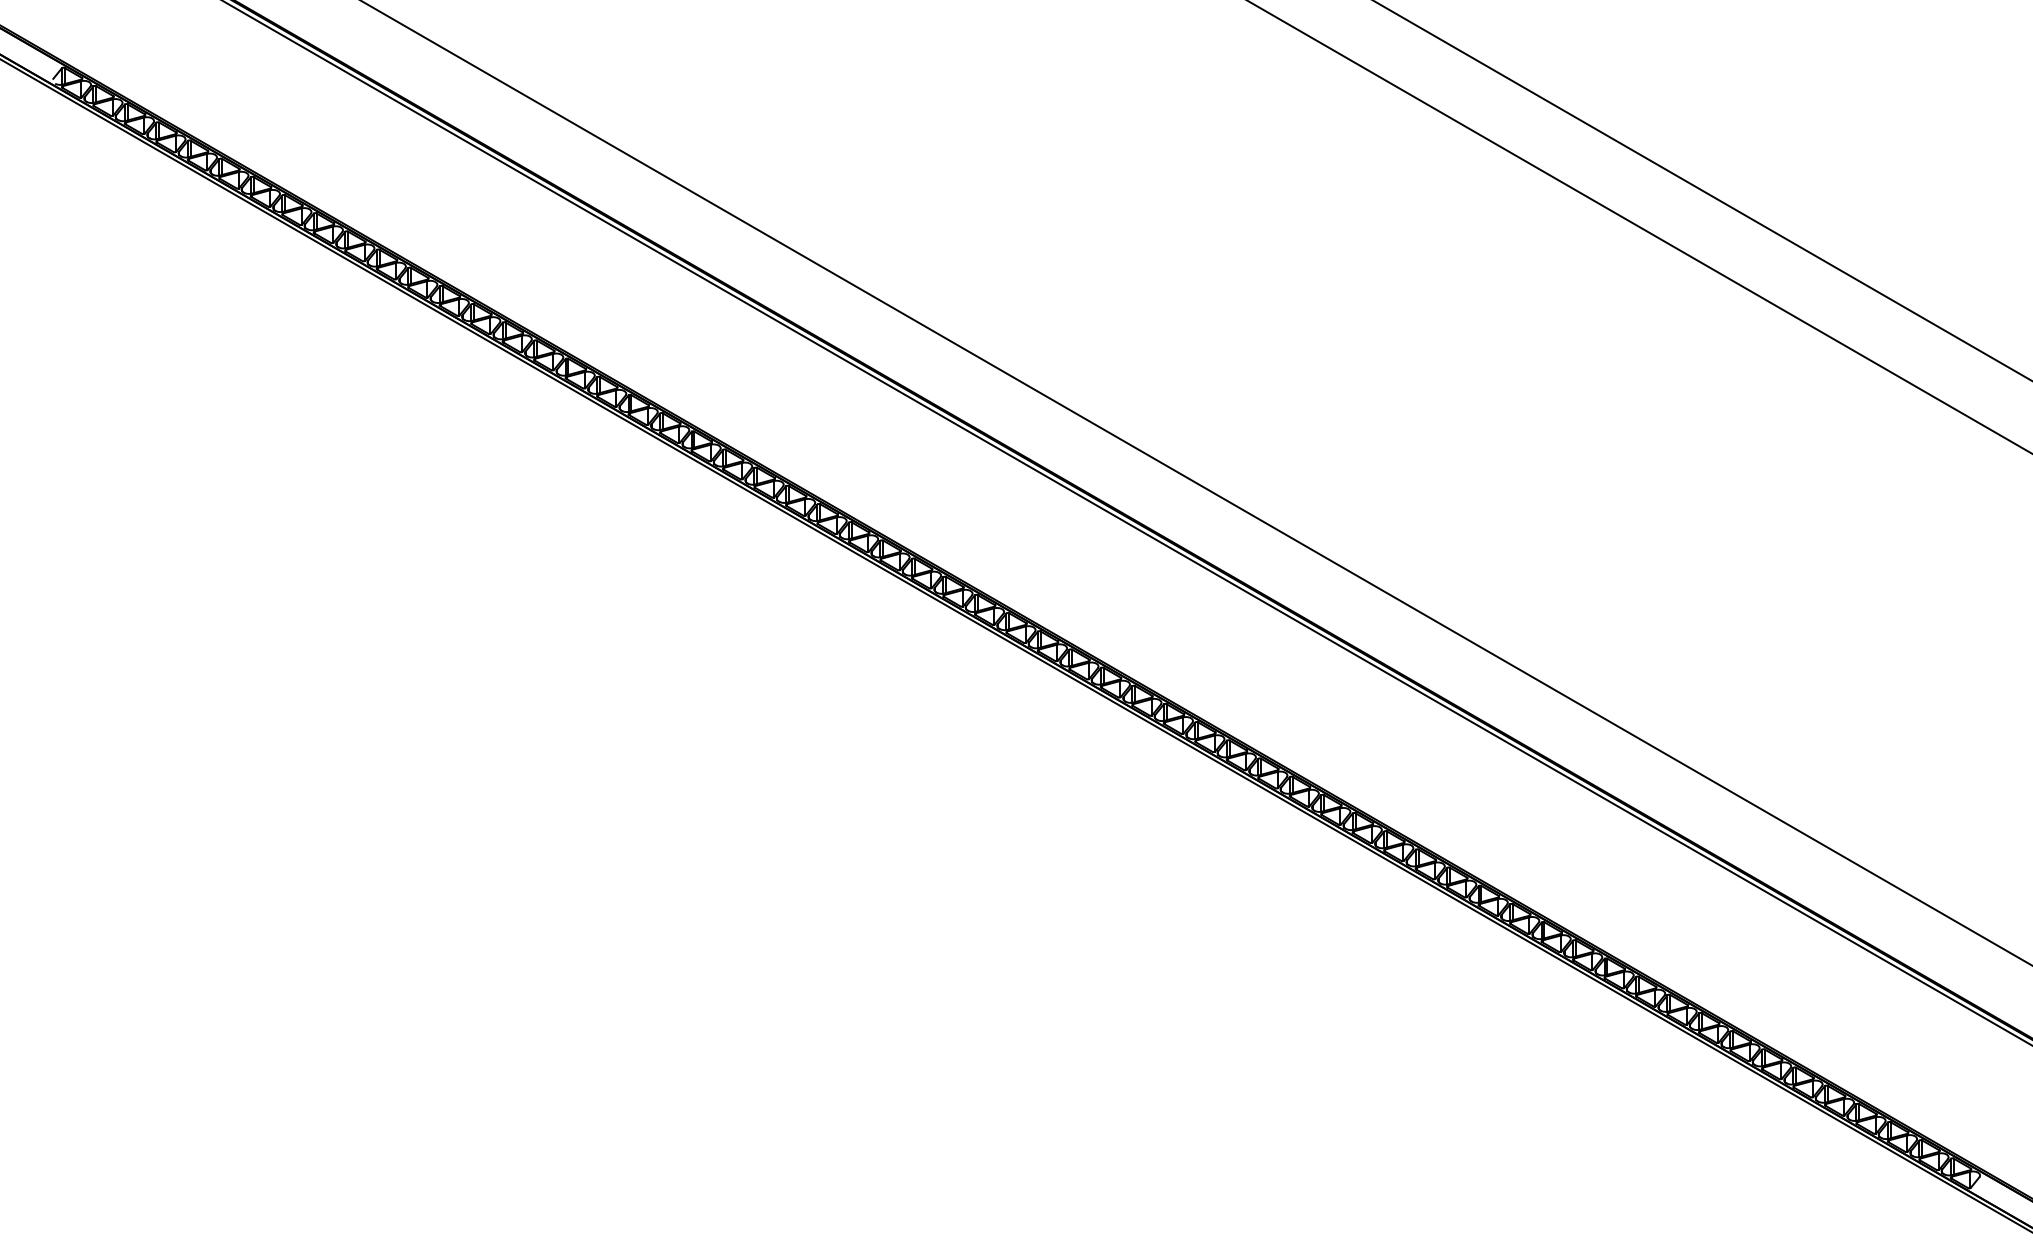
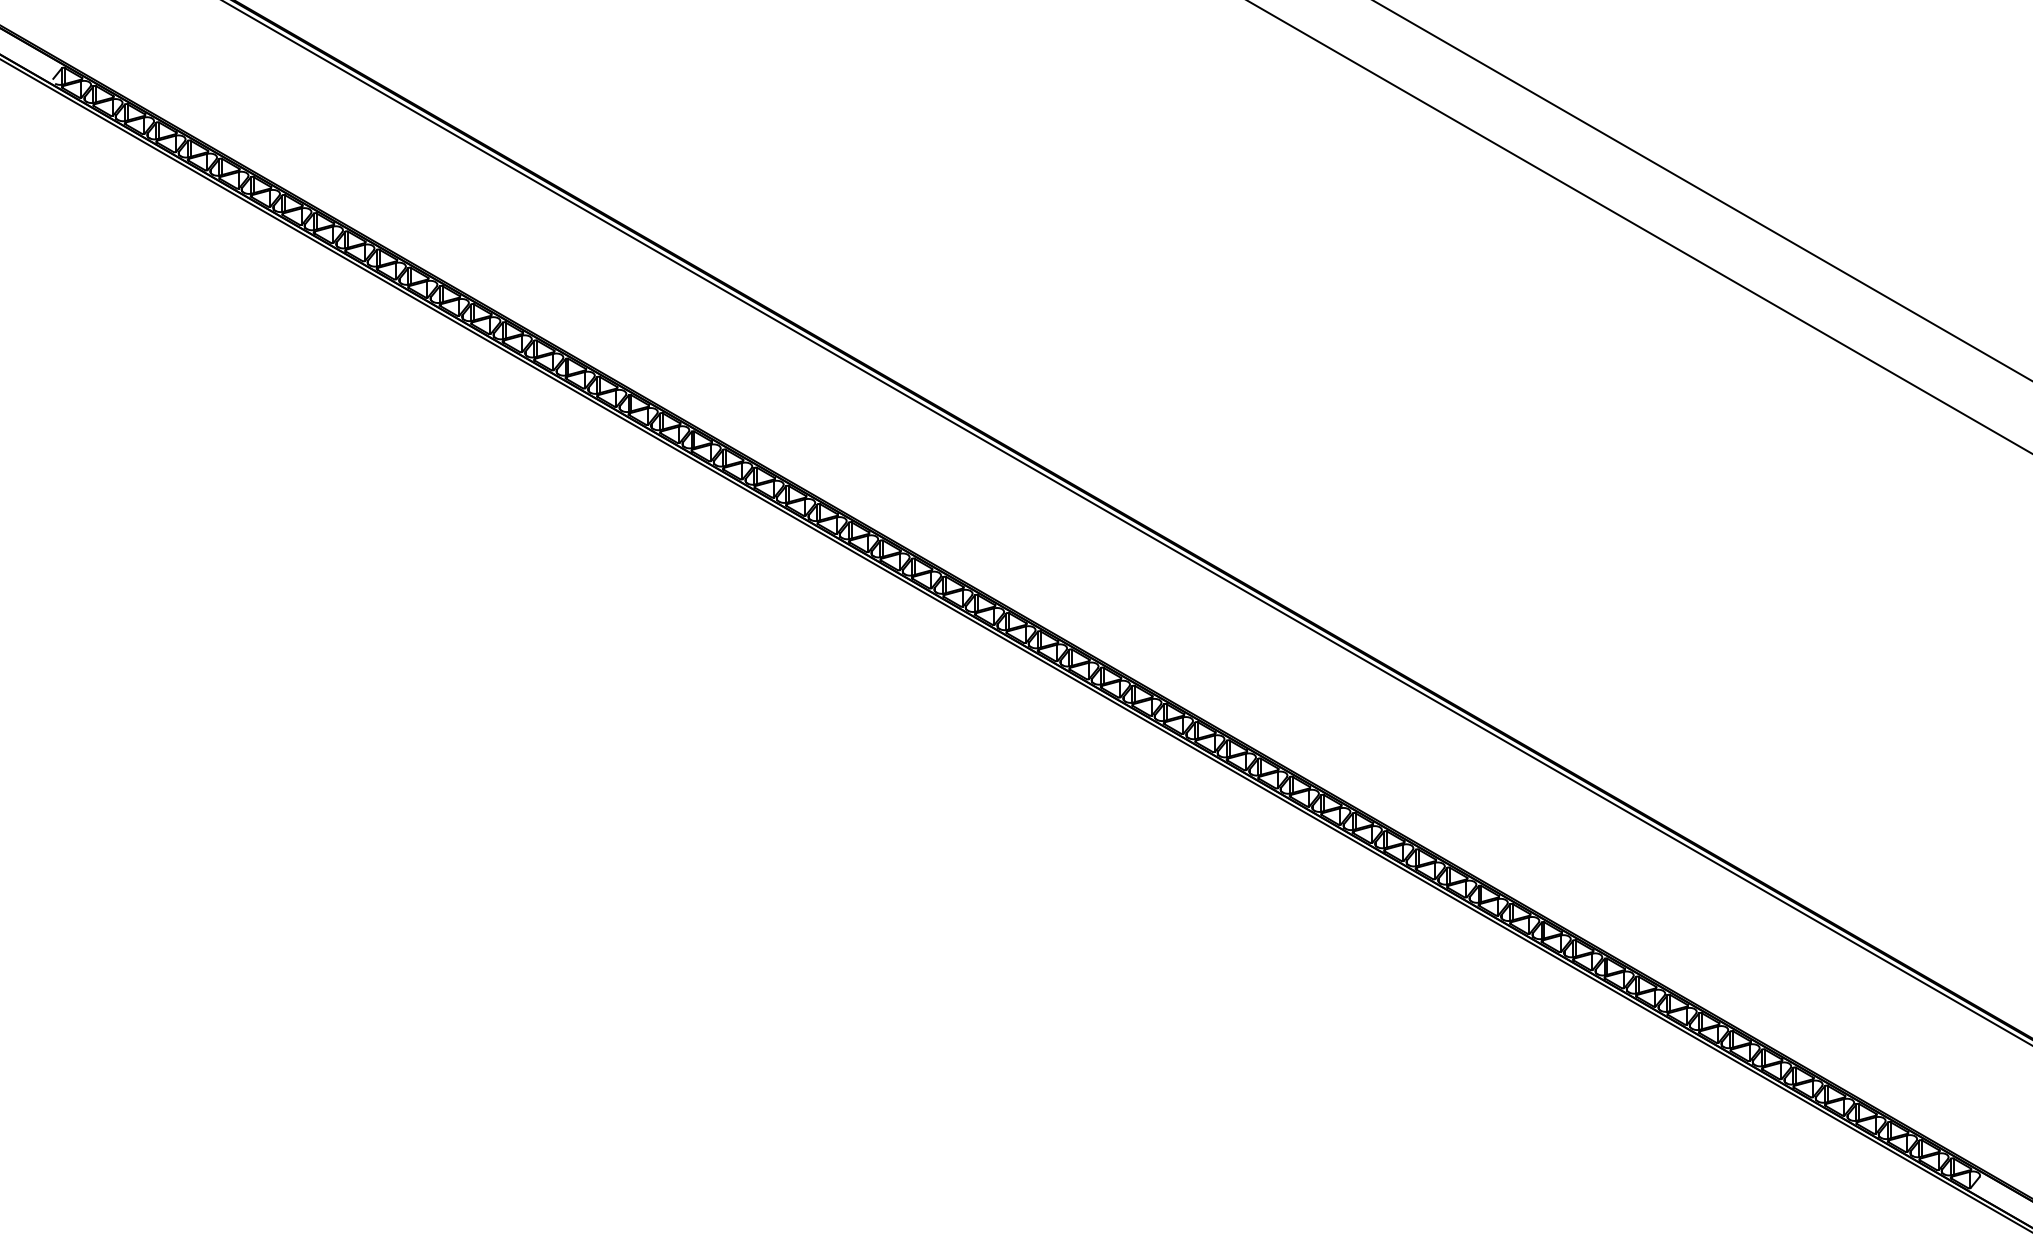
line at (1196, 483): present -> none
